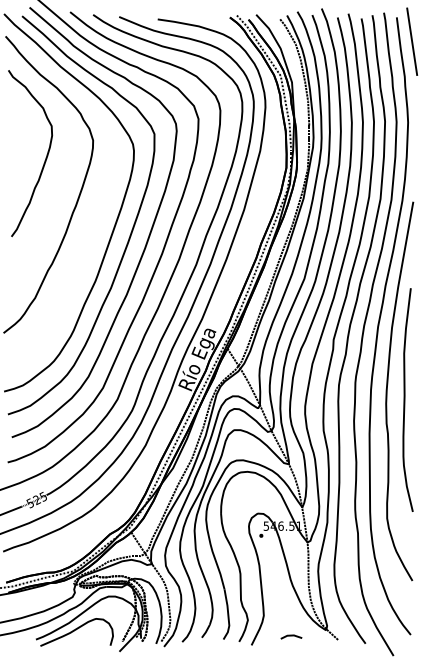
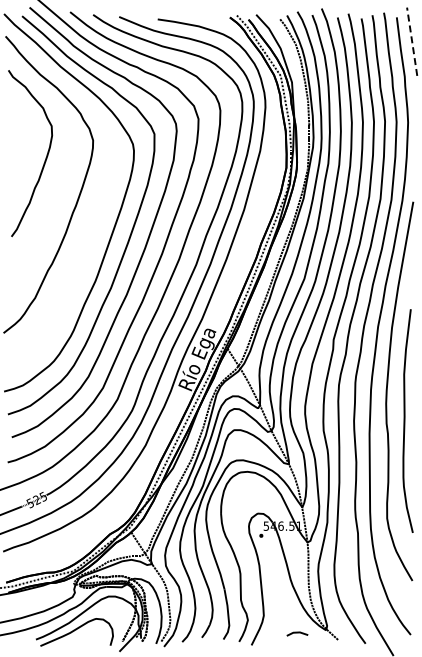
line at (412, 41): solid -> dashed
curve at (405, 399) position: (405, 399) -> (405, 420)
line at (291, 636) position: (291, 636) -> (297, 633)
